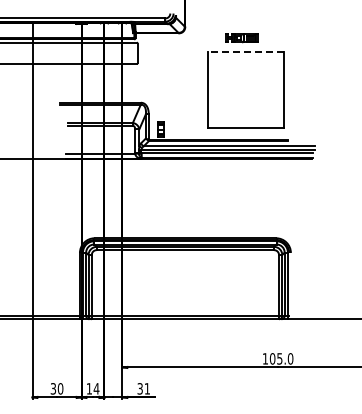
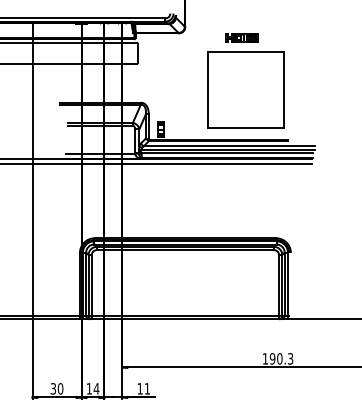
line at (245, 52): dashed -> solid
line at (157, 164): none -> present
text at (281, 358): 105.0 -> 190.3
text at (139, 388): 31 -> 11
